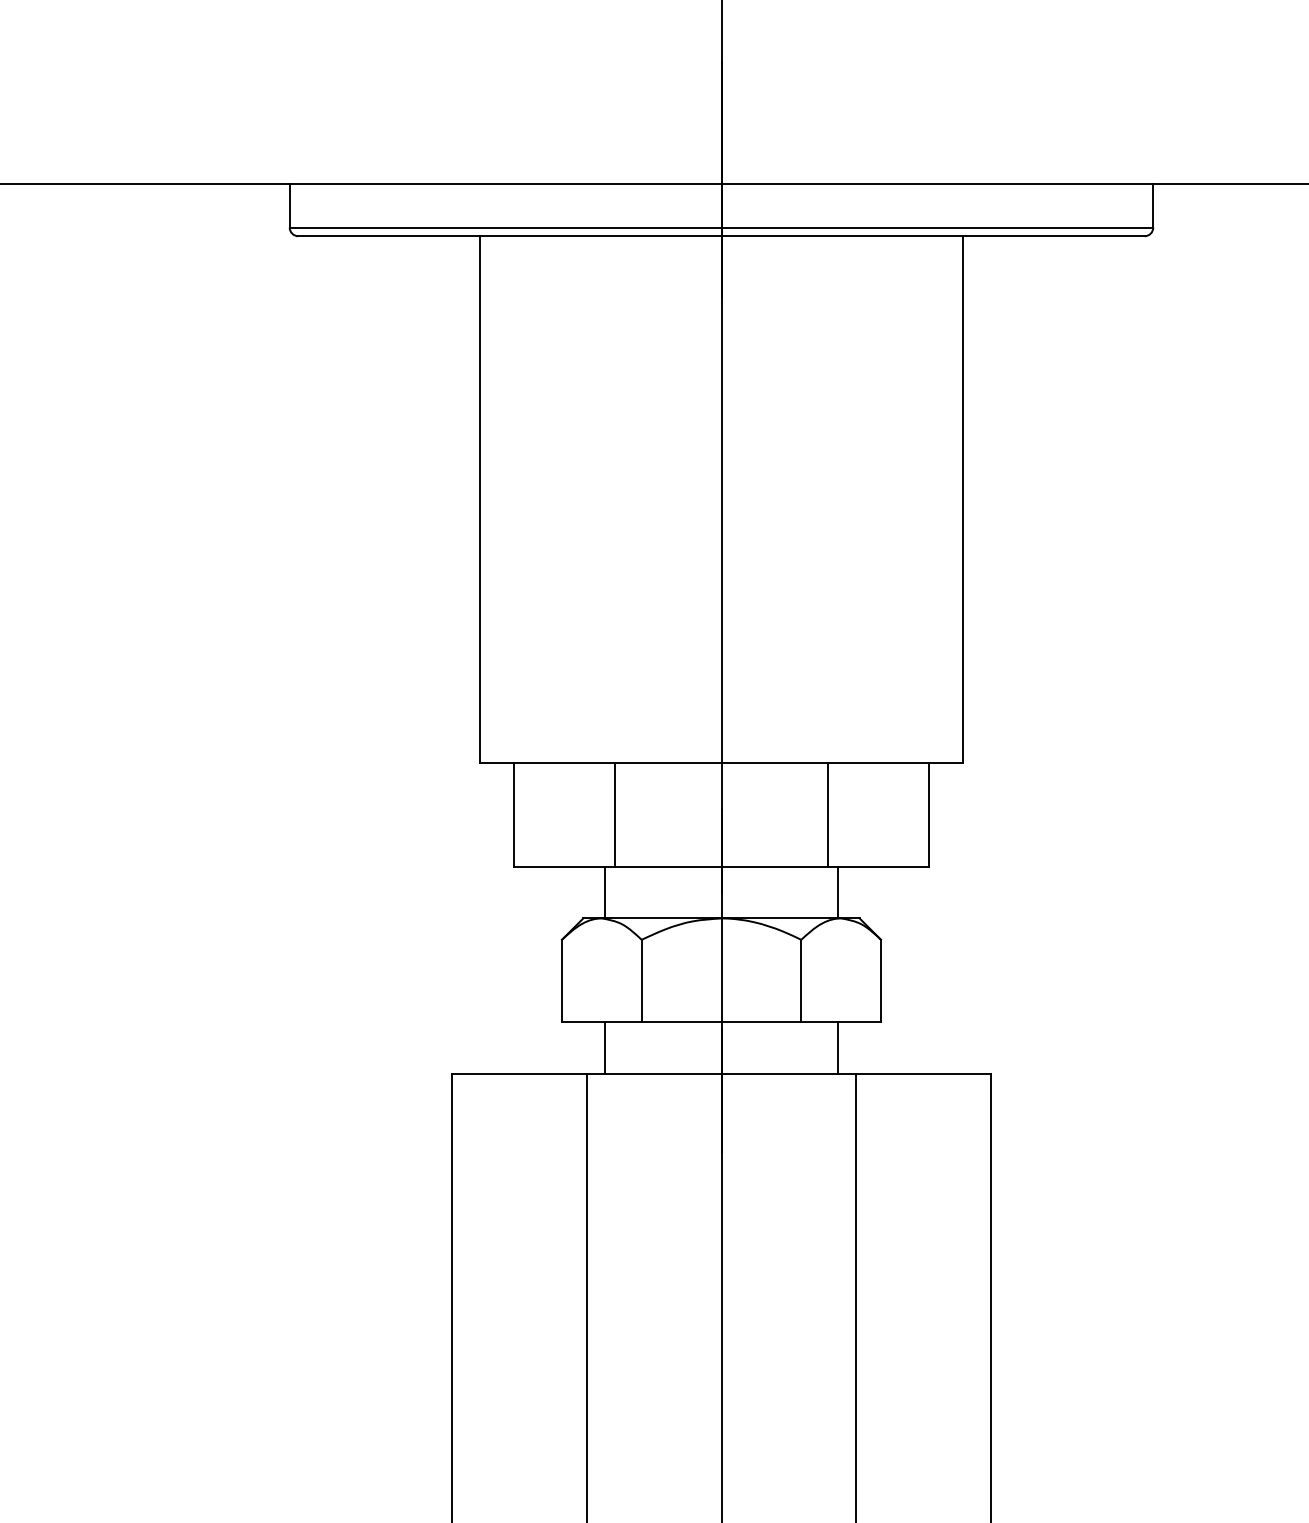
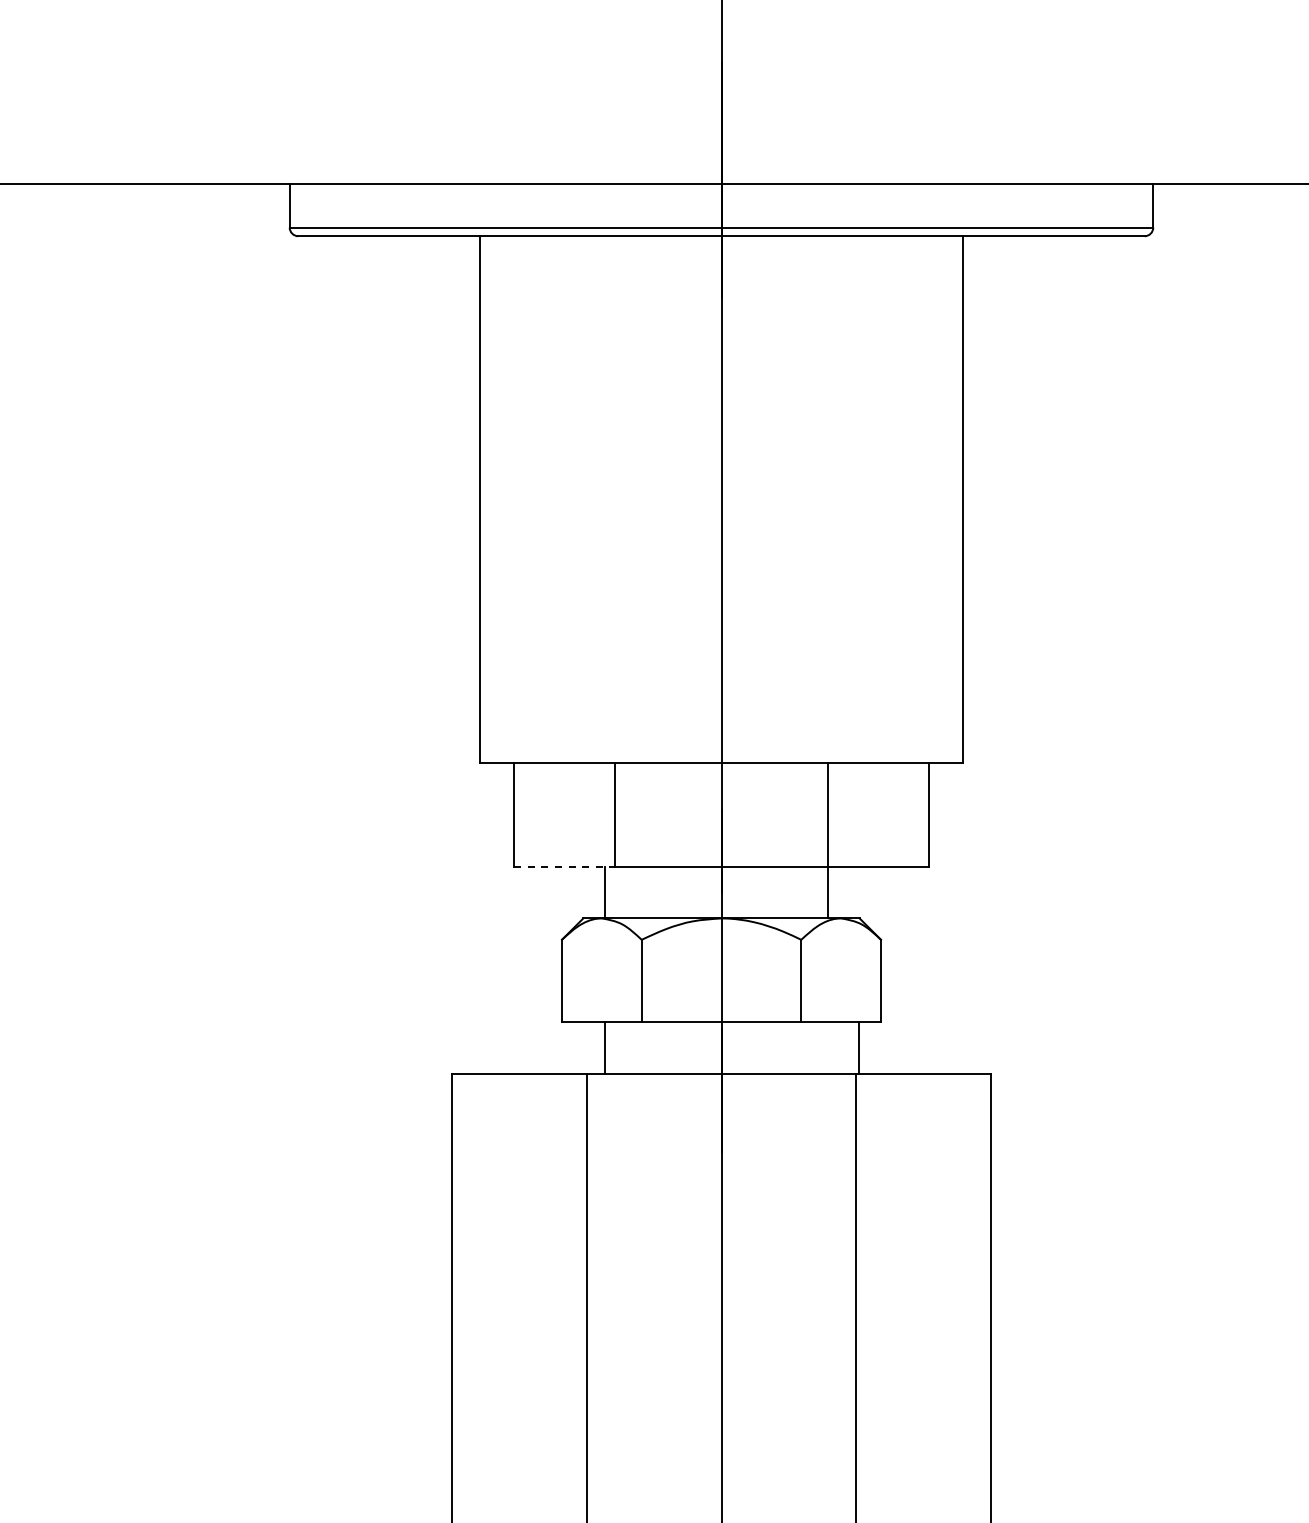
line at (564, 866): solid -> dashed
line at (837, 892) position: (837, 892) -> (827, 892)
line at (837, 1047) position: (837, 1047) -> (858, 1047)
